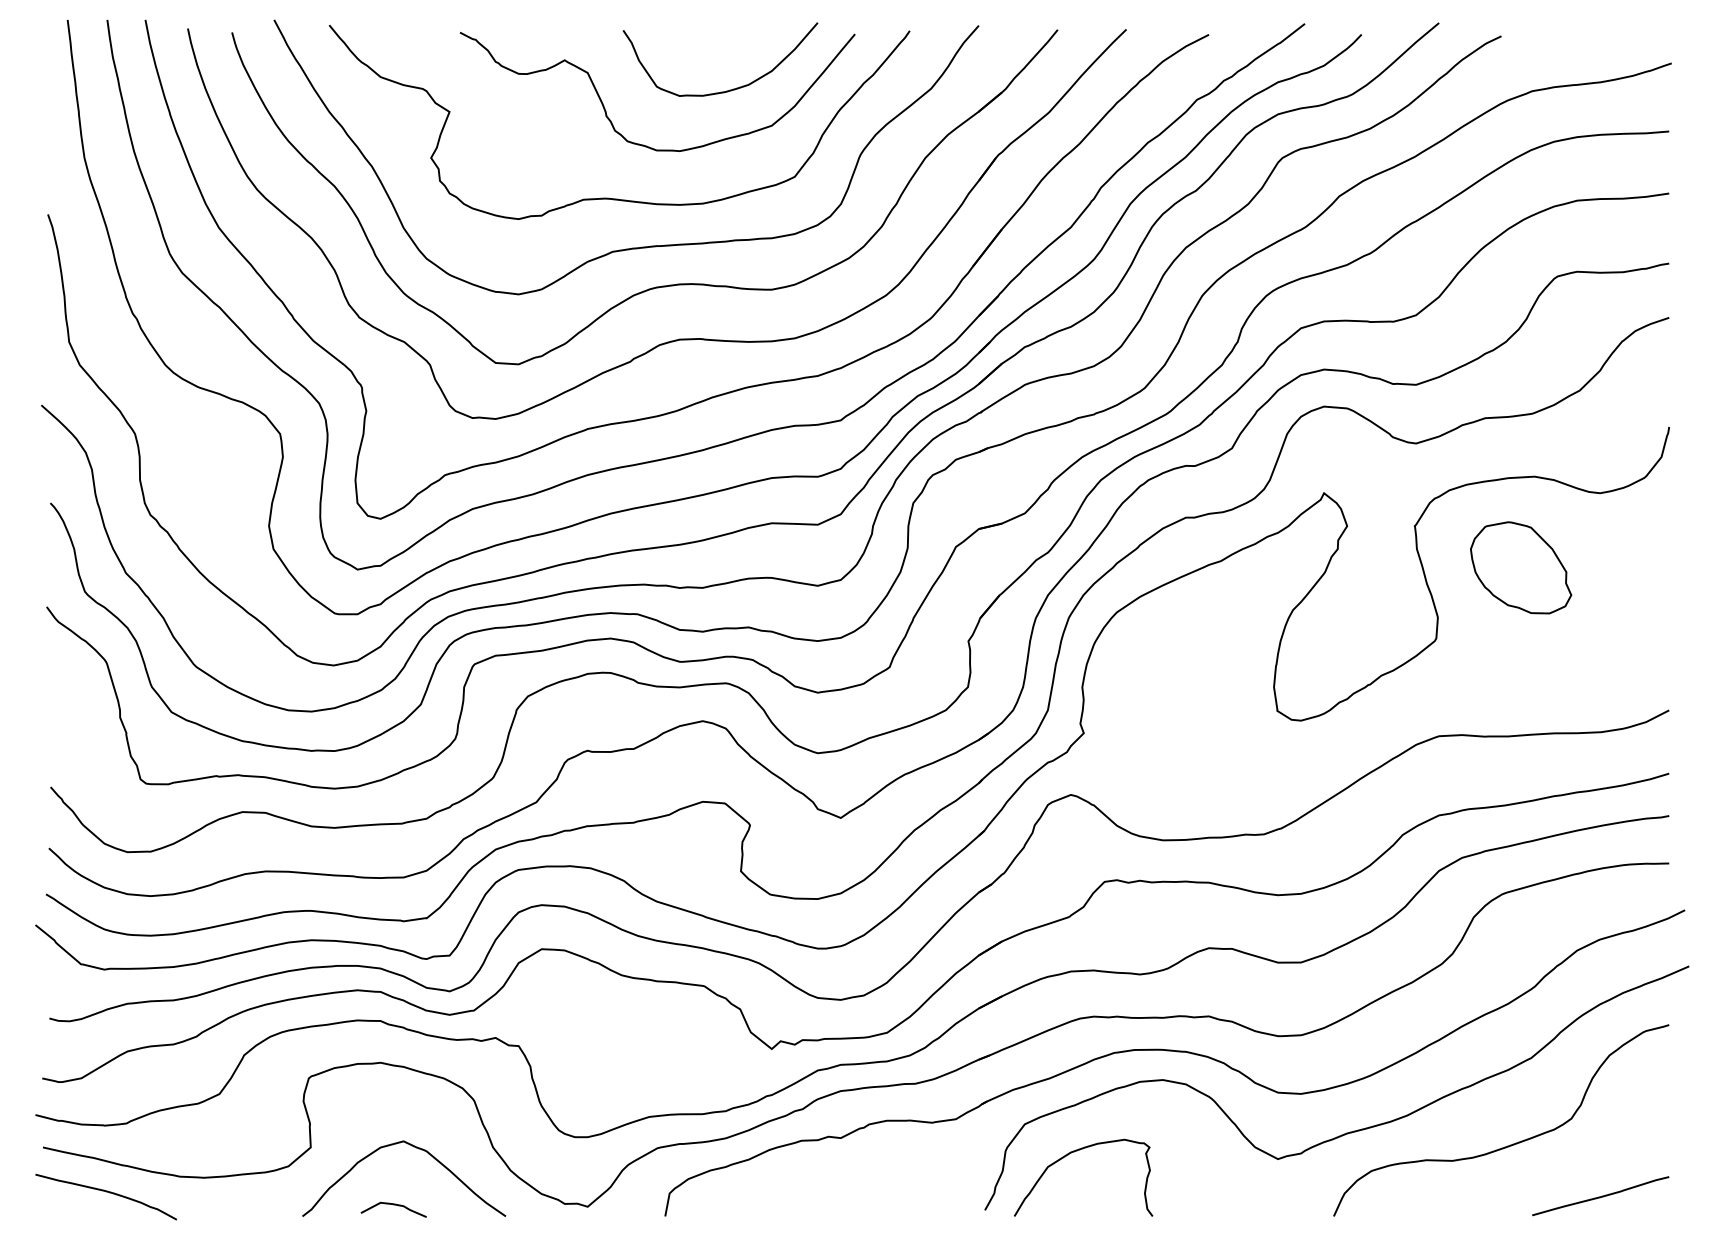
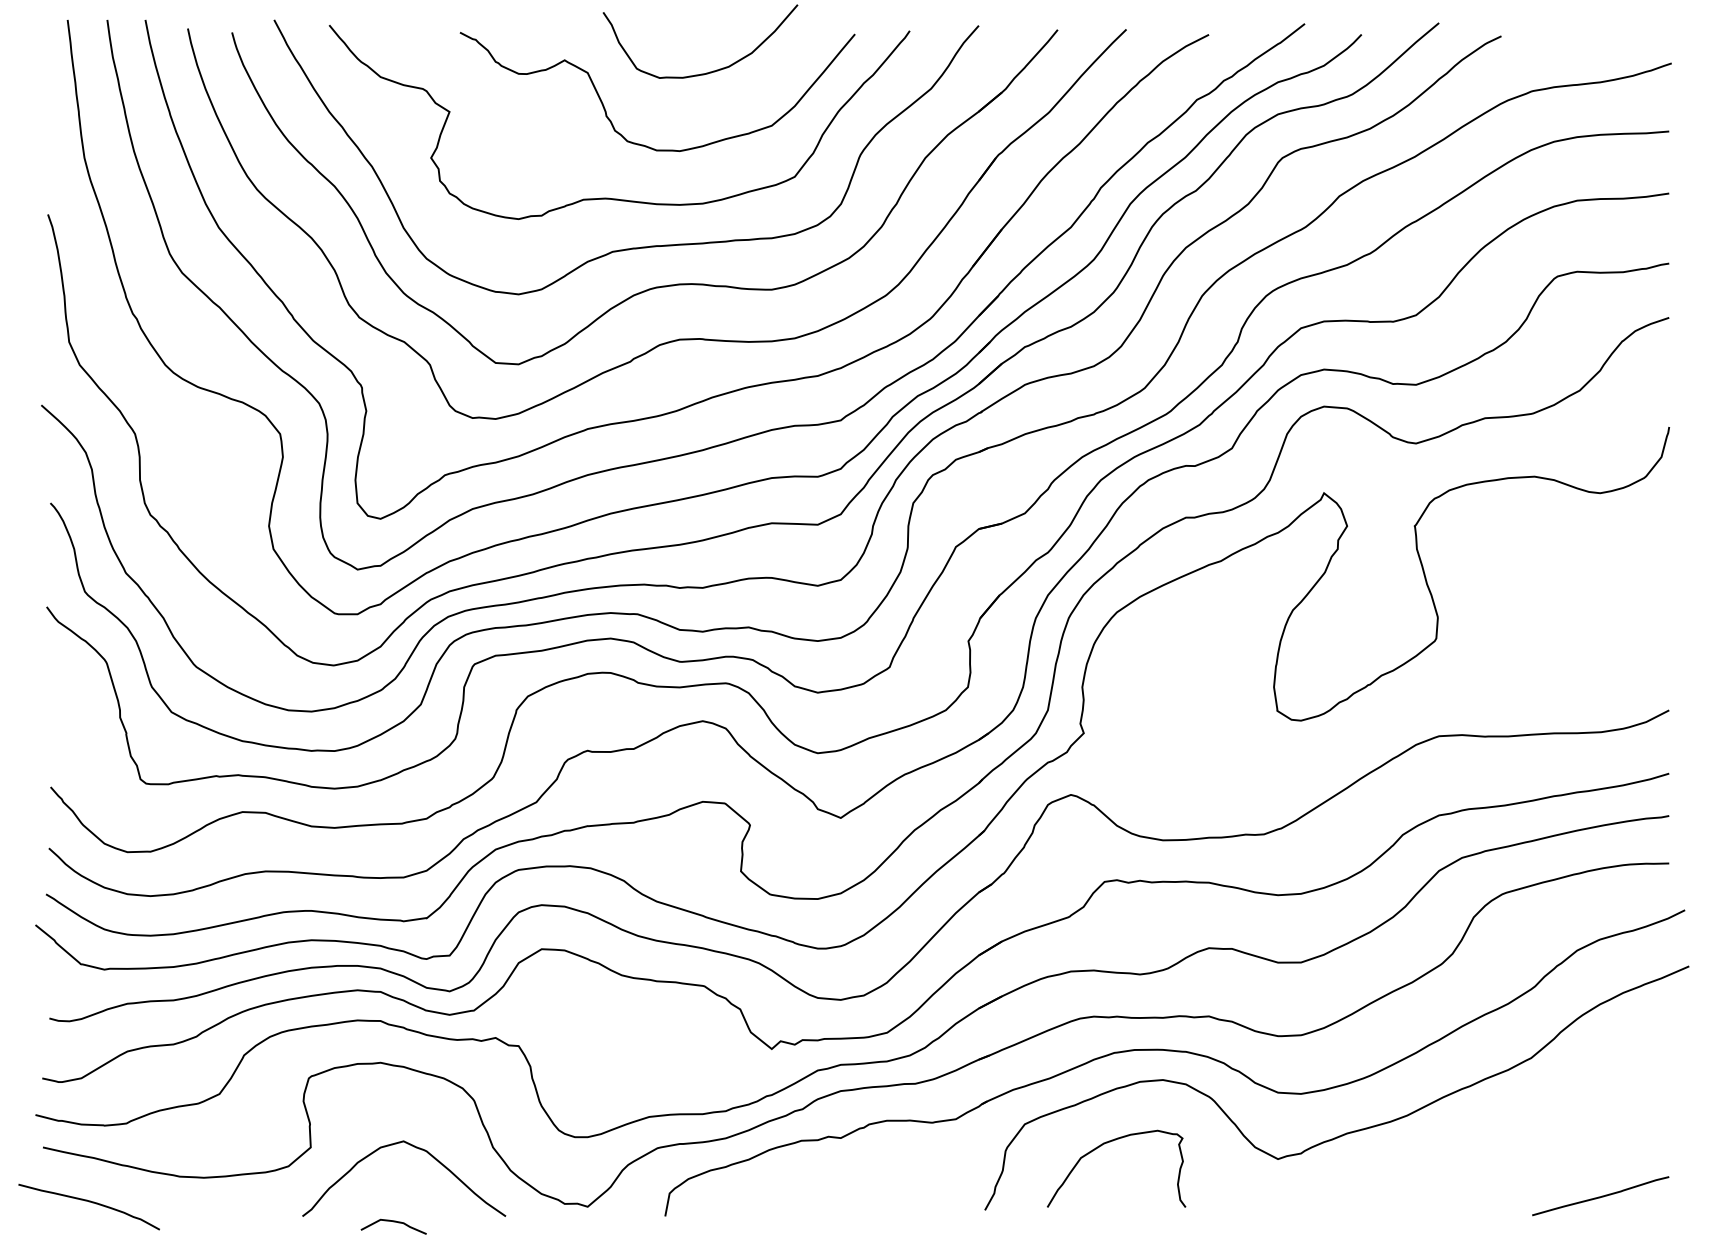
curve at (729, 89) position: (729, 89) -> (709, 71)
part at (1521, 567): present -> none
curve at (1510, 1144): present -> none
curve at (1074, 1152) position: (1074, 1152) -> (1107, 1143)
curve at (106, 1192) position: (106, 1192) -> (89, 1202)
curve at (393, 1205) position: (393, 1205) -> (393, 1222)
